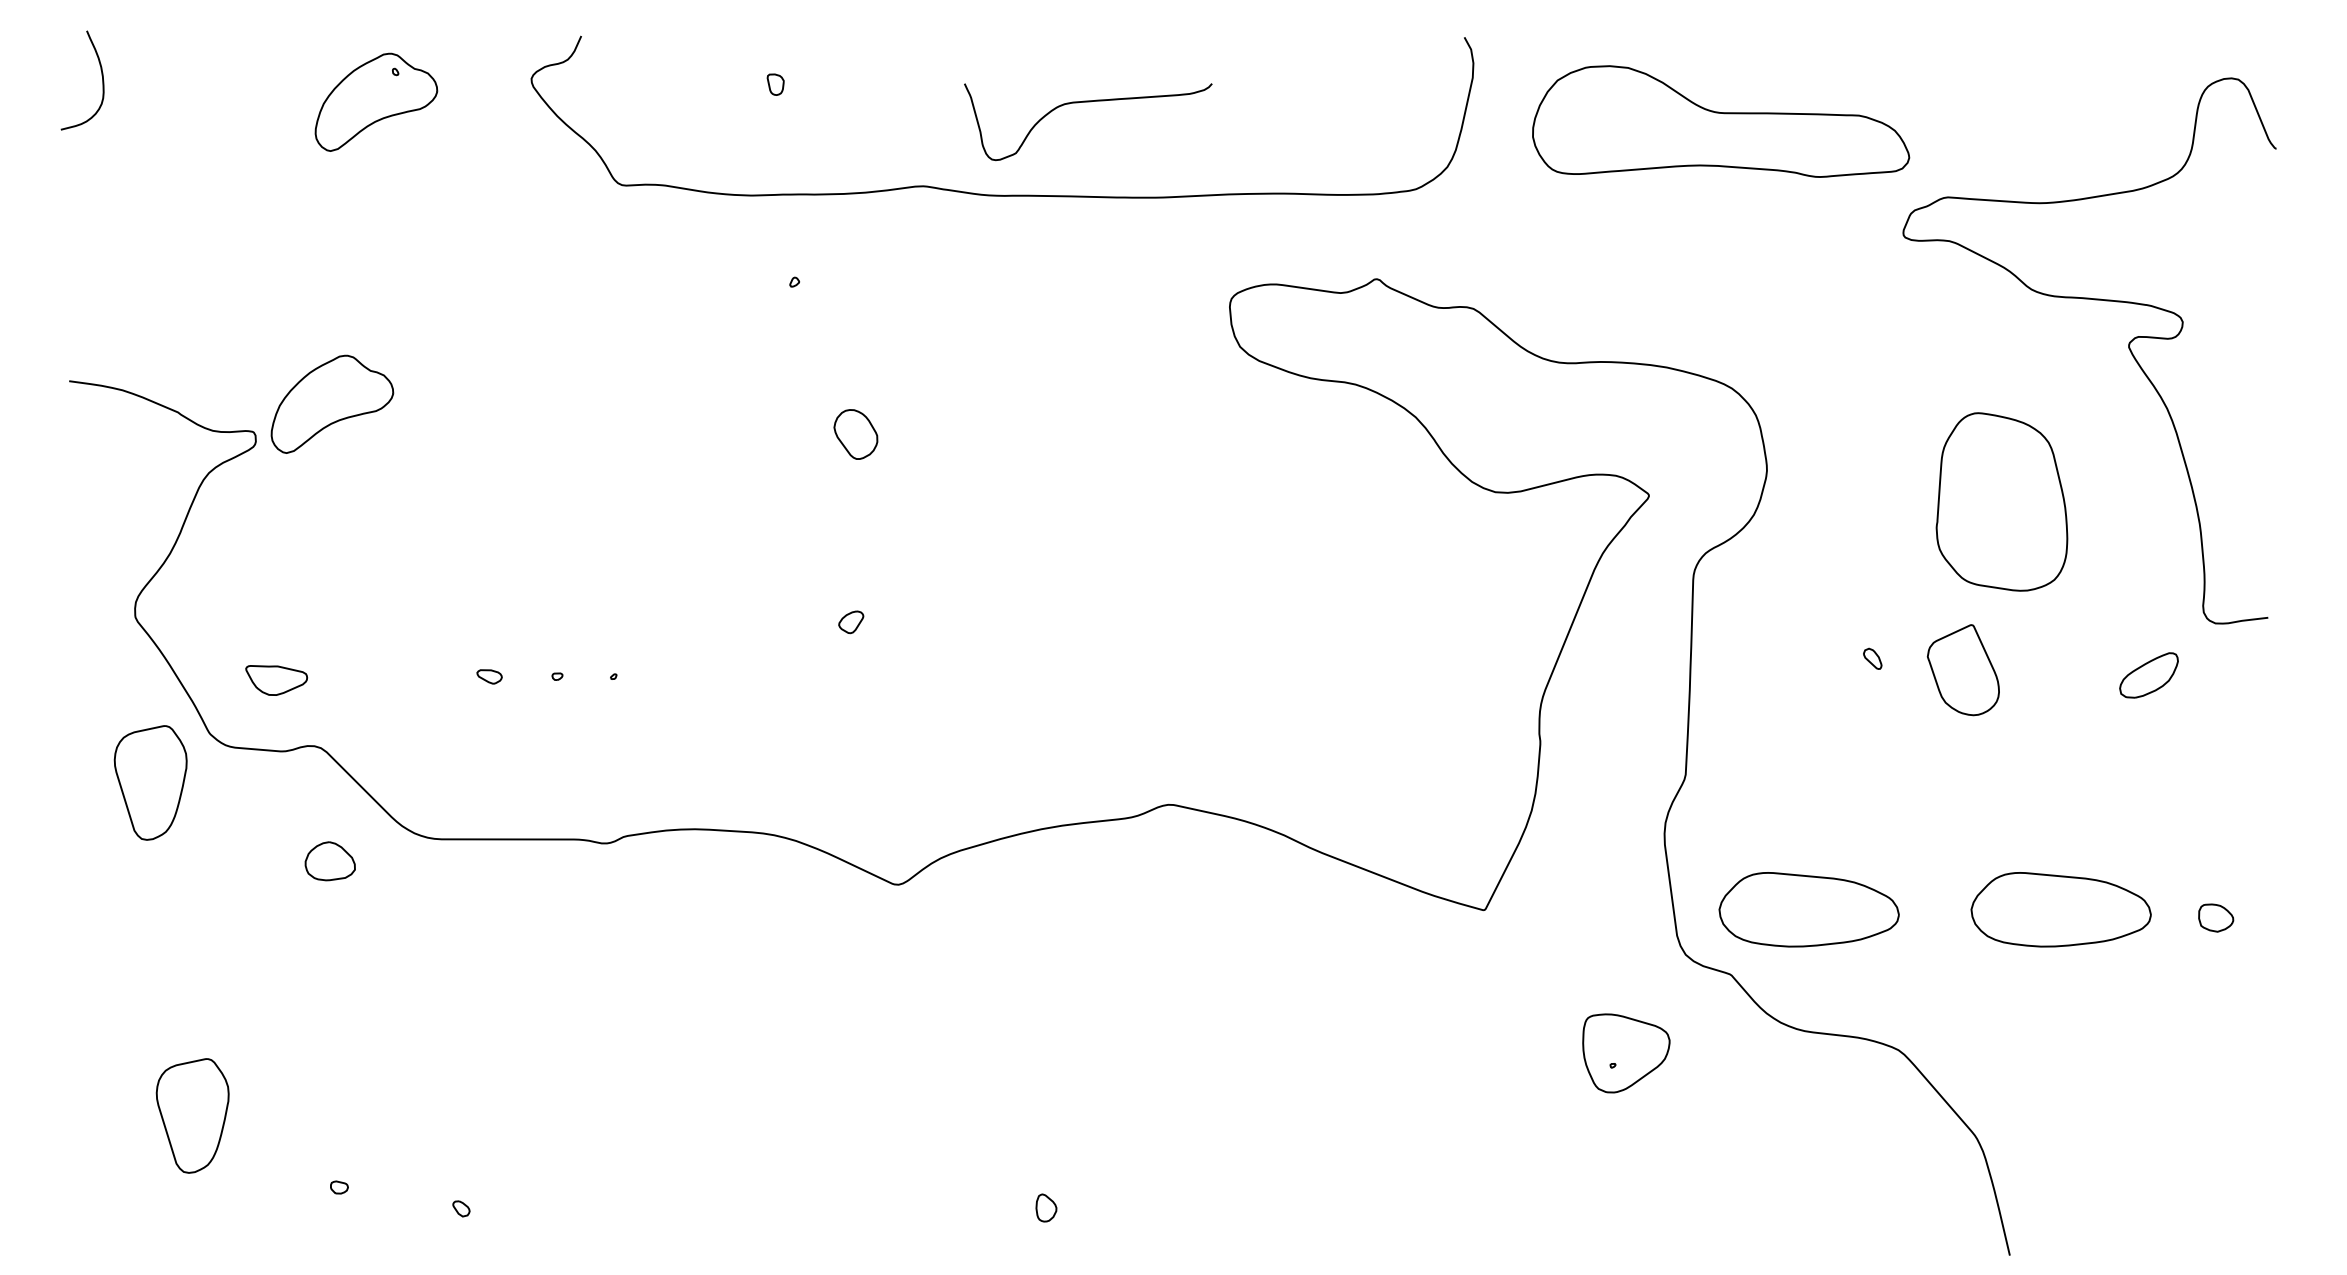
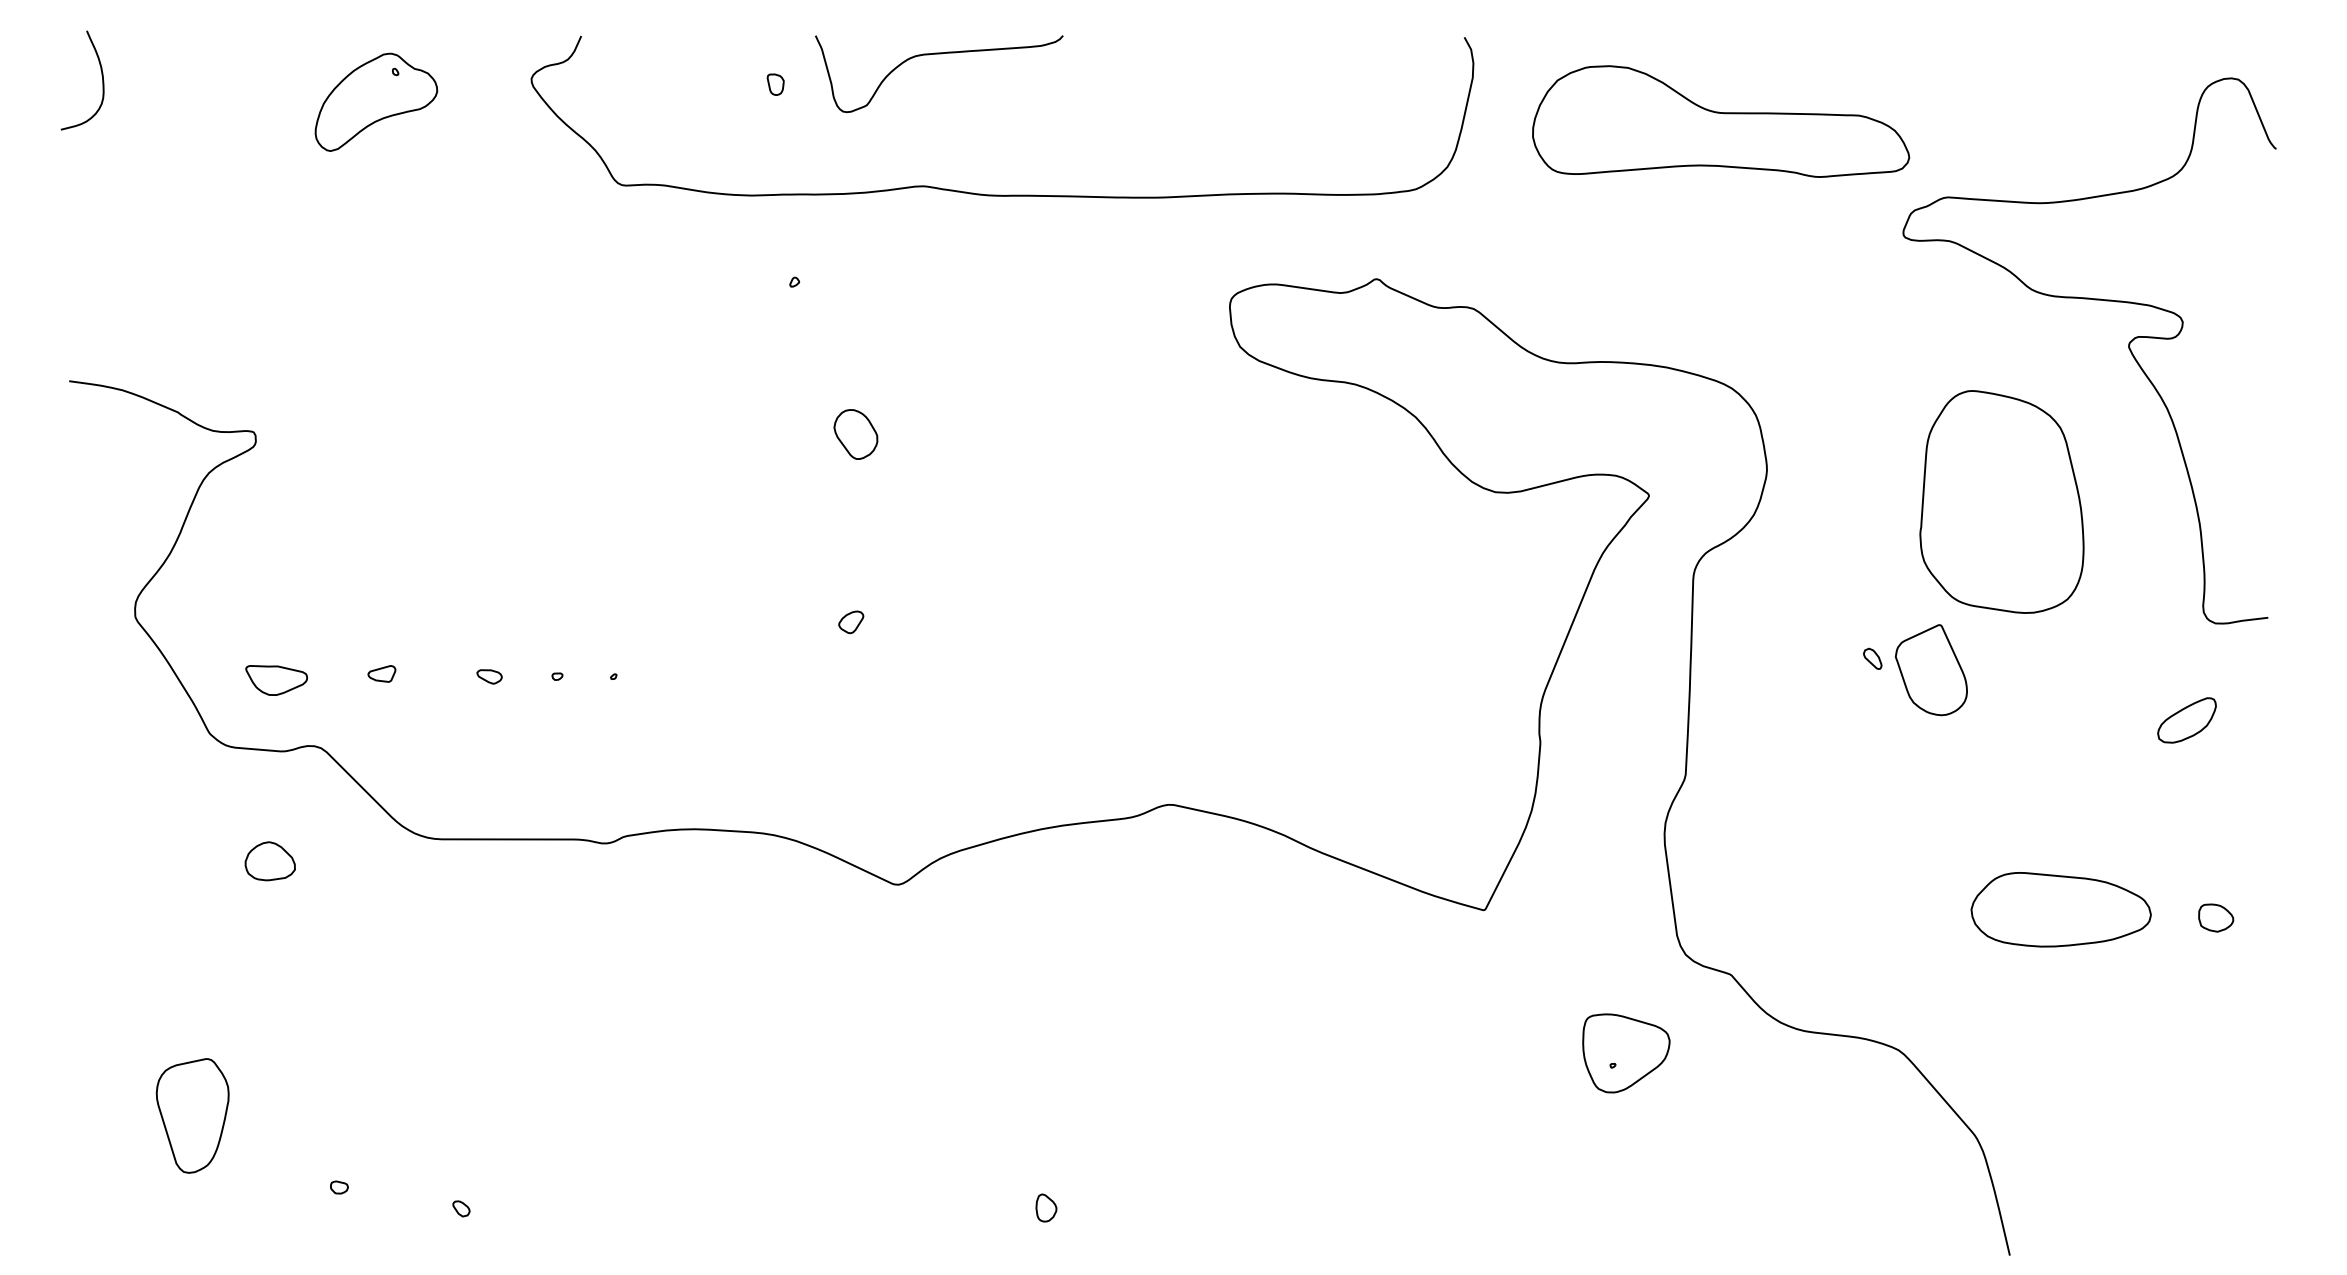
curve at (1088, 102) position: (1088, 102) -> (939, 54)
part at (332, 403): present -> none
part at (2001, 501) size: 134x180 px -> 166x224 px
part at (1962, 670) position: (1962, 670) -> (1930, 670)
part at (381, 673): none -> present
part at (2148, 675) position: (2148, 675) -> (2186, 720)
part at (150, 782): present -> none
part at (329, 861) position: (329, 861) -> (269, 861)
part at (1808, 909): present -> none
